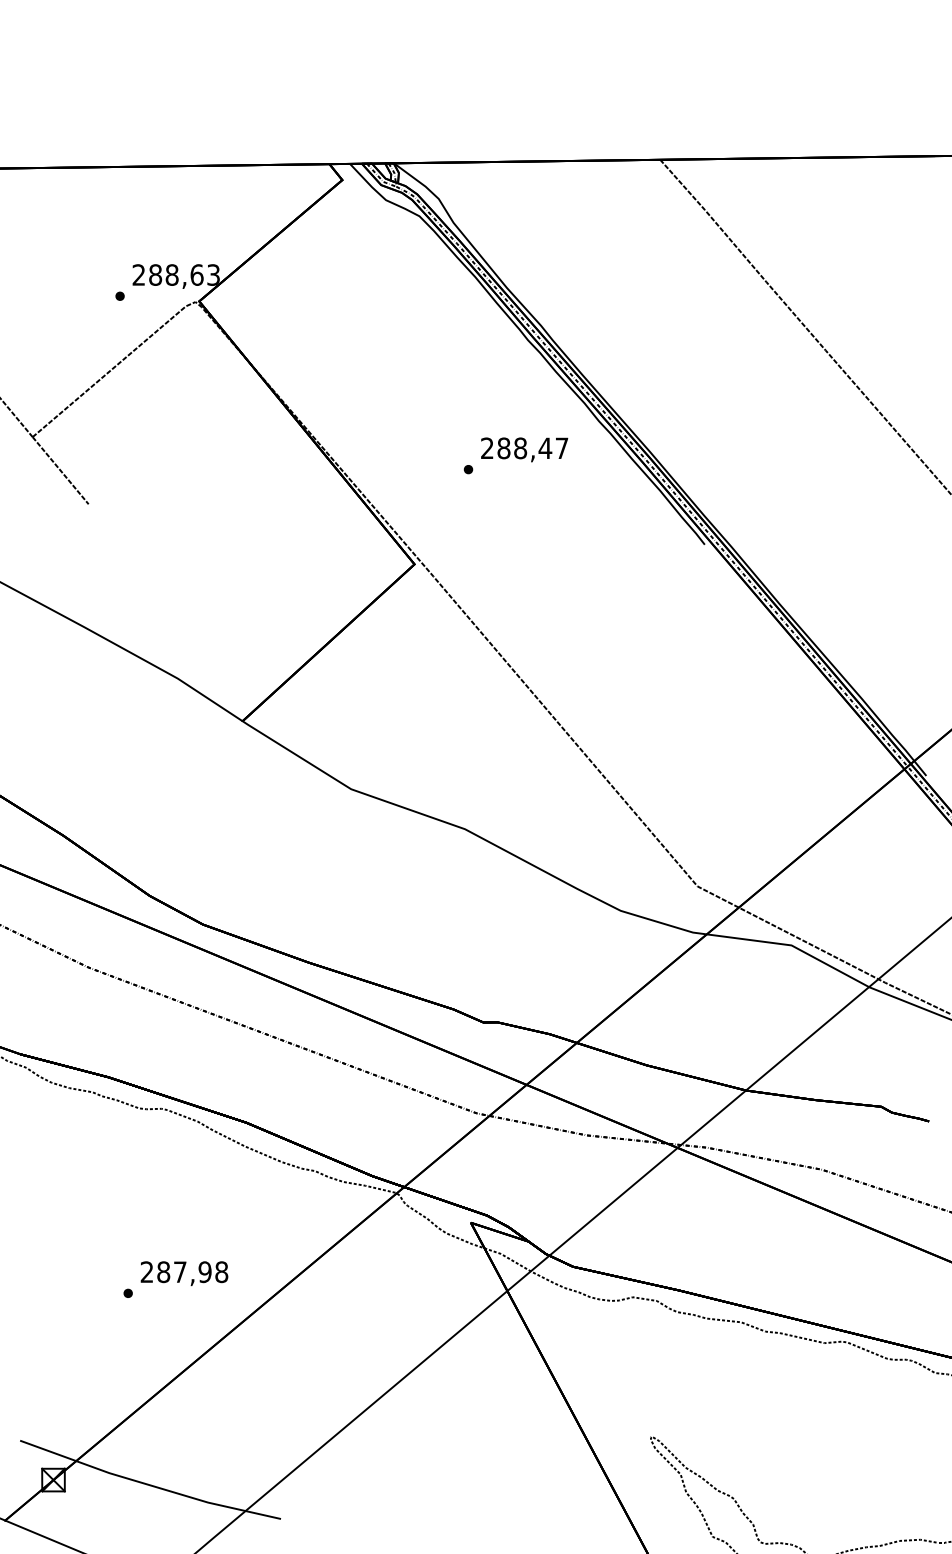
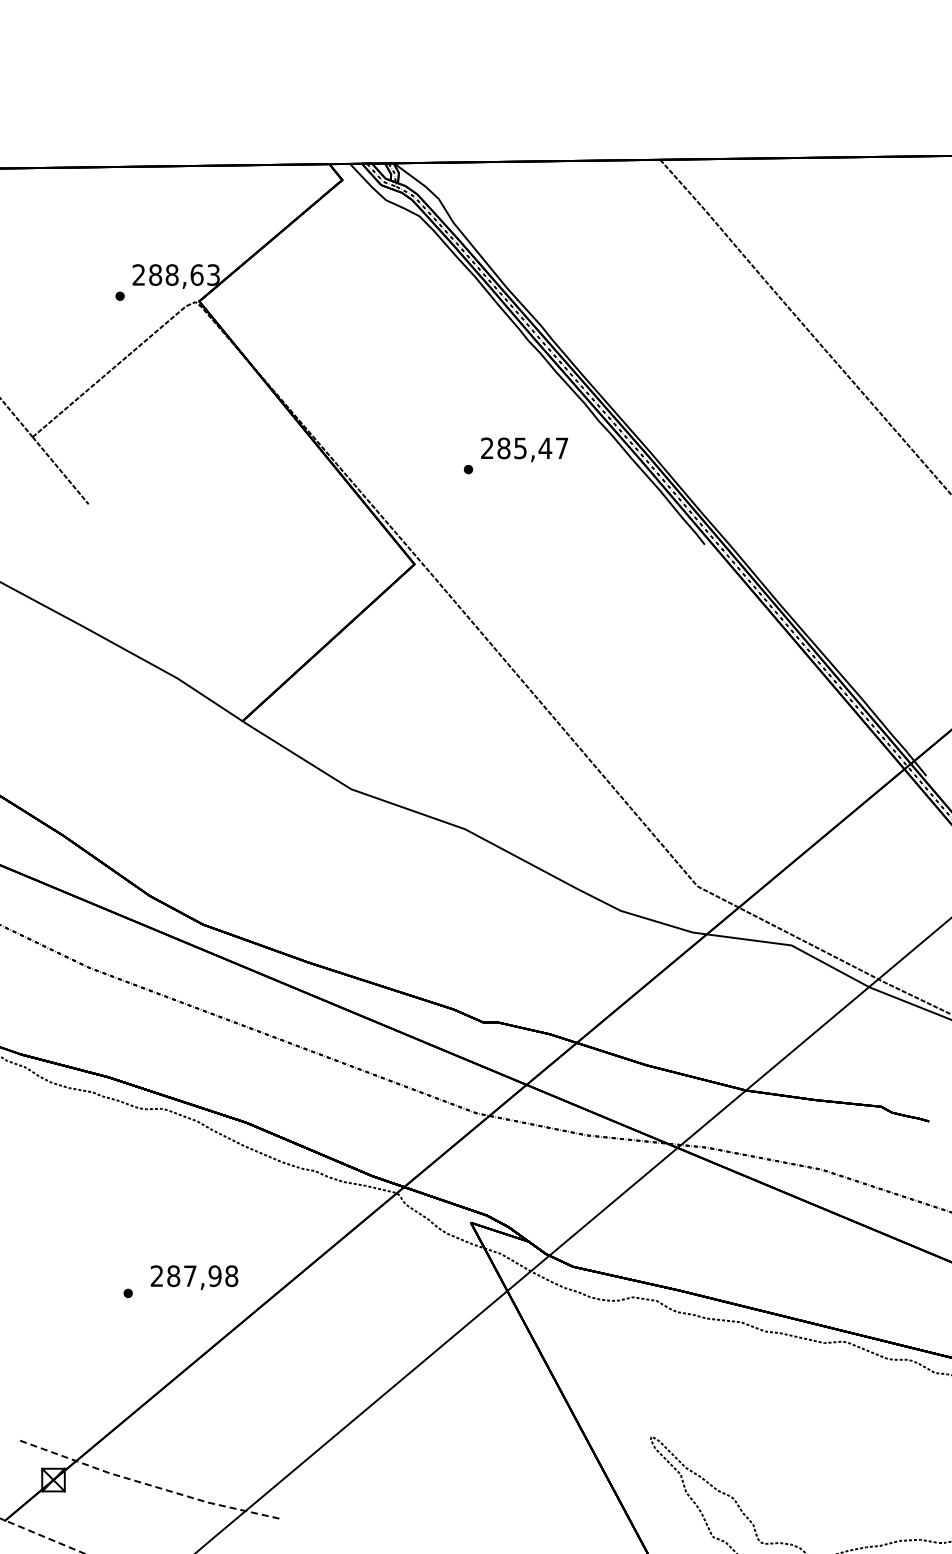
text at (520, 448): 288,47 -> 285,47
text at (184, 1273) position: (184, 1273) -> (194, 1277)
line at (148, 1484): solid -> dashed
line at (43, 1536): solid -> dashed
